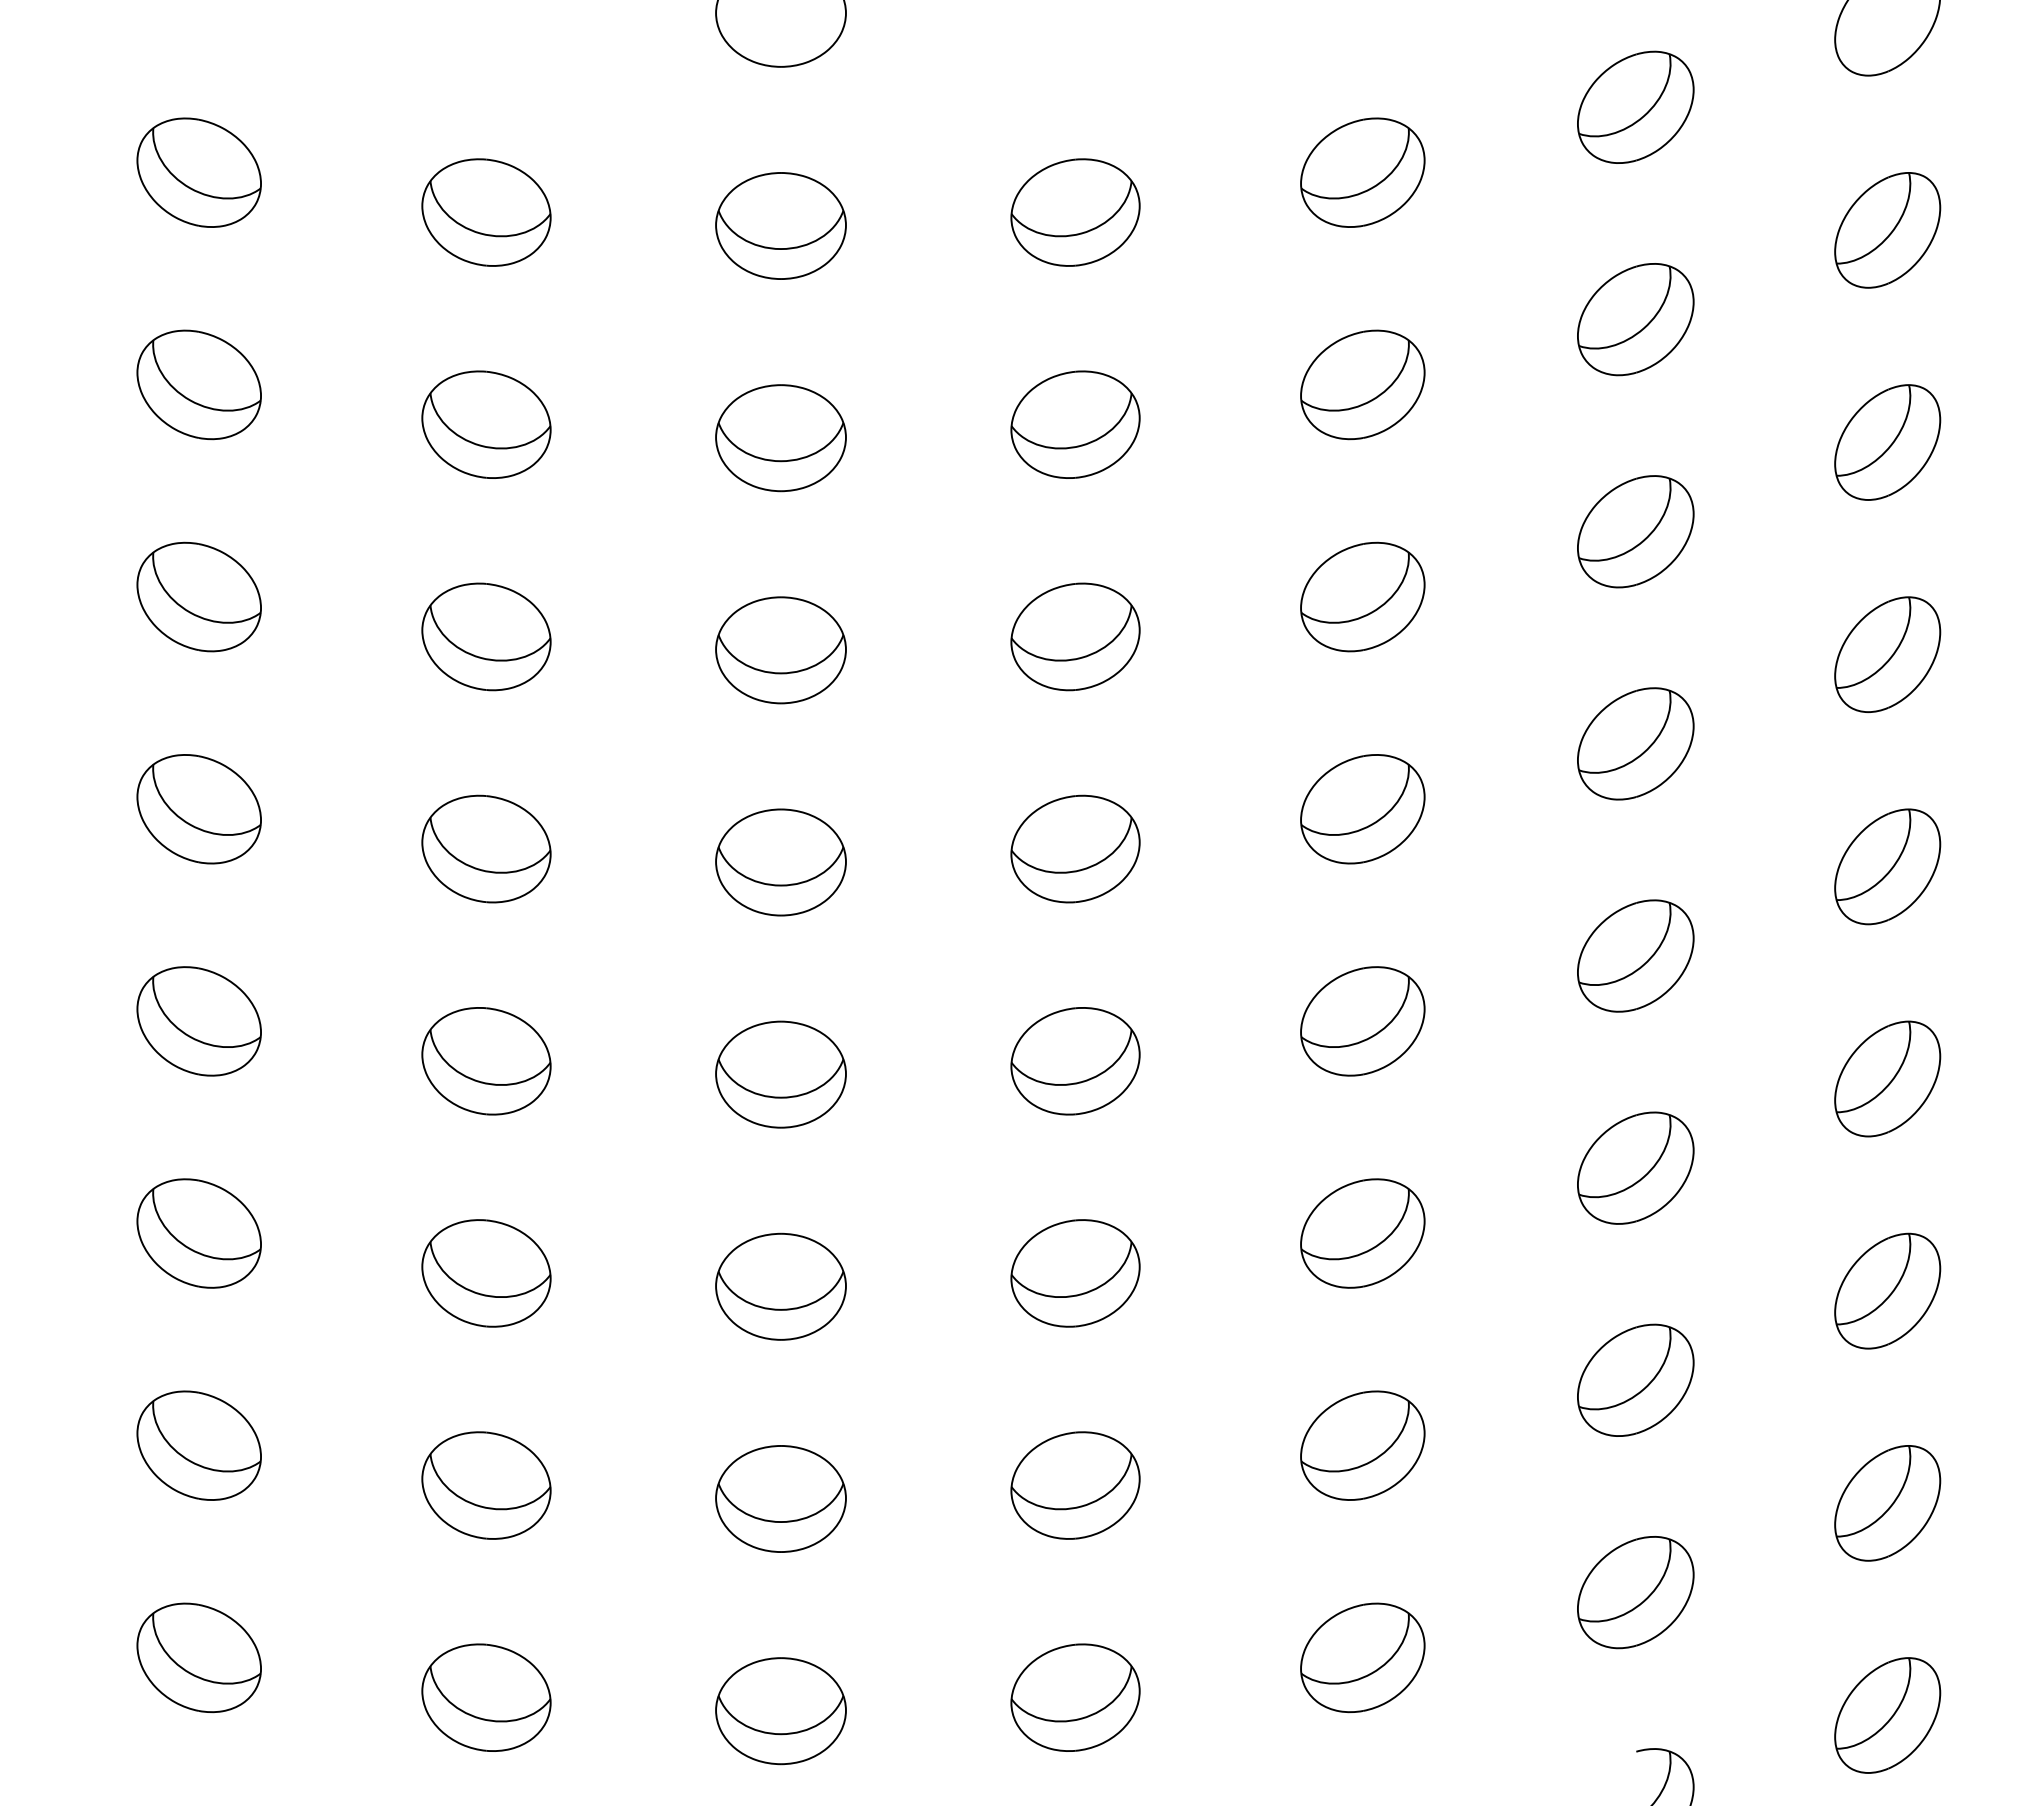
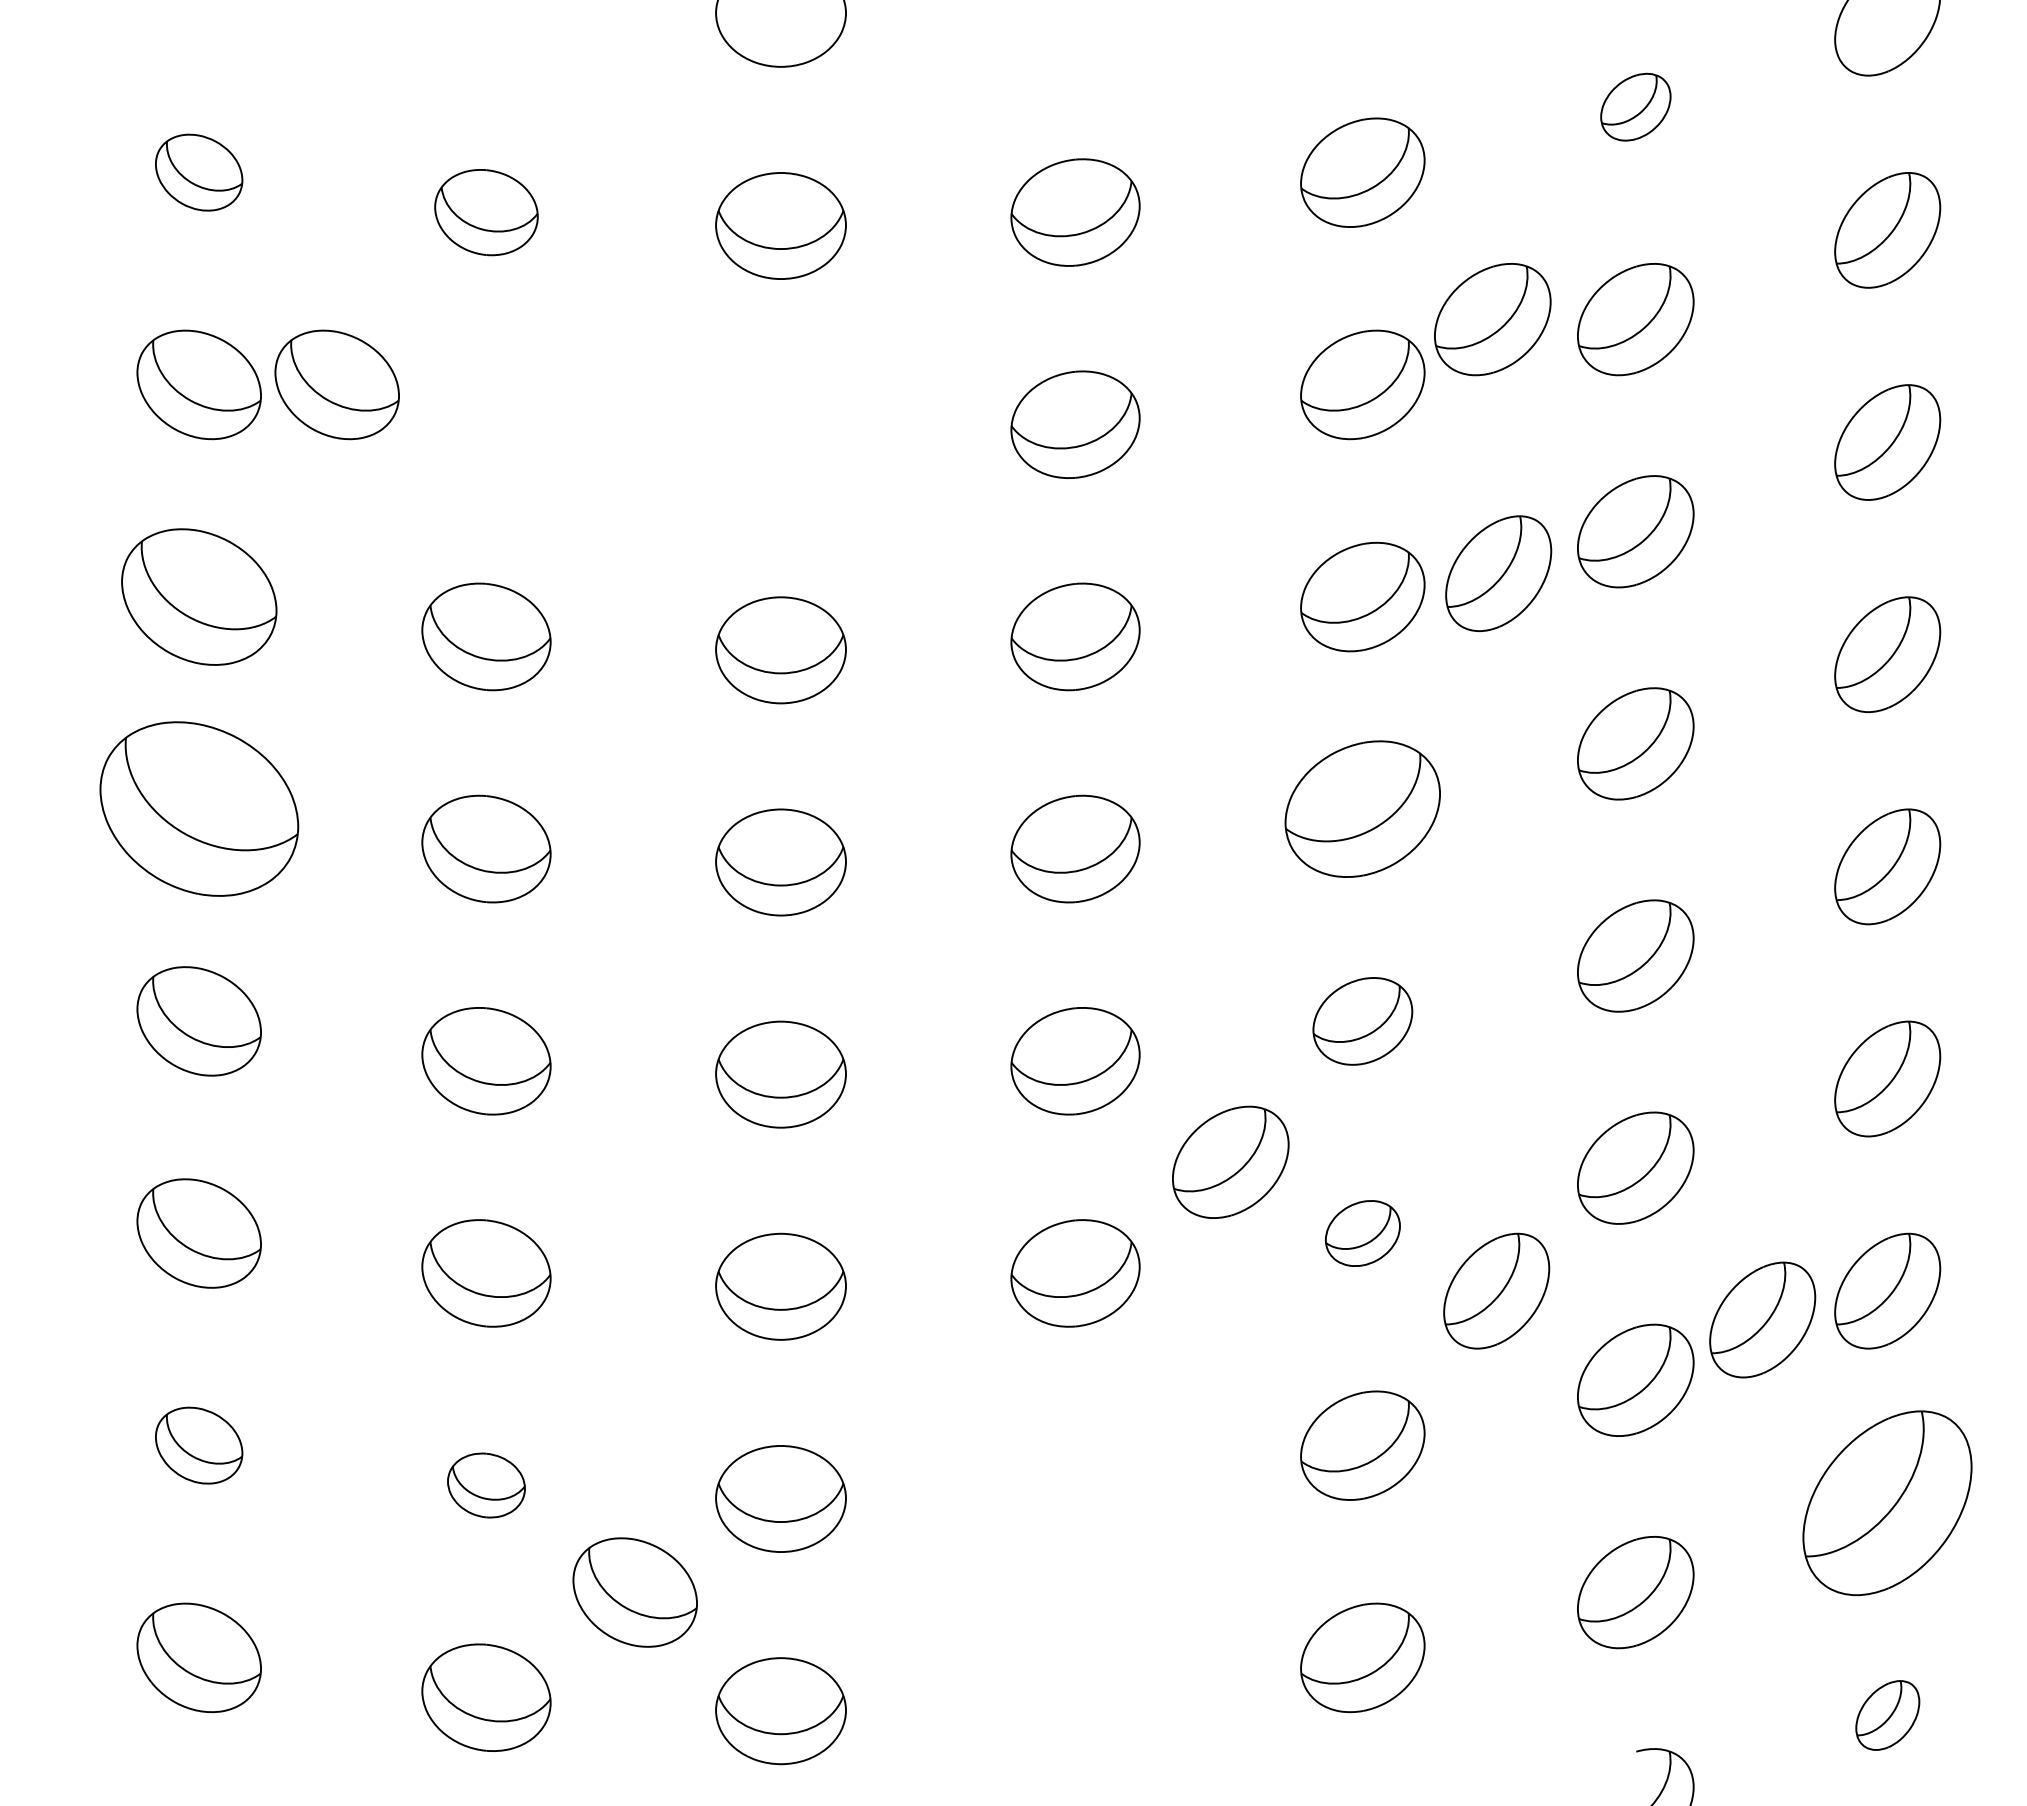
part at (1635, 106) size: 118x114 px -> 72x70 px
part at (198, 172) size: 126x111 px -> 89x79 px
part at (486, 212) size: 131x109 px -> 105x88 px
part at (1492, 319): none -> present
part at (336, 384): none -> present
part at (486, 424): present -> none
part at (780, 438): present -> none
part at (1498, 573): none -> present
part at (198, 596) size: 126x112 px -> 157x138 px
part at (198, 809) size: 126x111 px -> 201x176 px
part at (1362, 809) size: 126x111 px -> 157x138 px
part at (1362, 1021) size: 126x111 px -> 102x89 px
part at (1230, 1161): none -> present
part at (1362, 1233) size: 126x111 px -> 76x67 px
part at (1496, 1290): none -> present
part at (1762, 1319): none -> present
part at (198, 1445) size: 126x111 px -> 89x79 px
part at (486, 1485) size: 131x109 px -> 79x67 px
part at (1075, 1485): present -> none
part at (1887, 1503) size: 108x117 px -> 171x187 px
part at (634, 1592): none -> present
part at (1075, 1697): present -> none
part at (1887, 1715) size: 108x117 px -> 66x71 px
